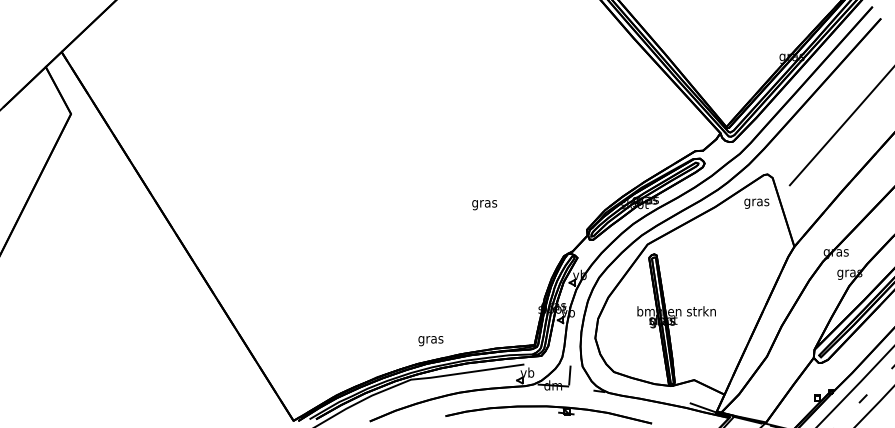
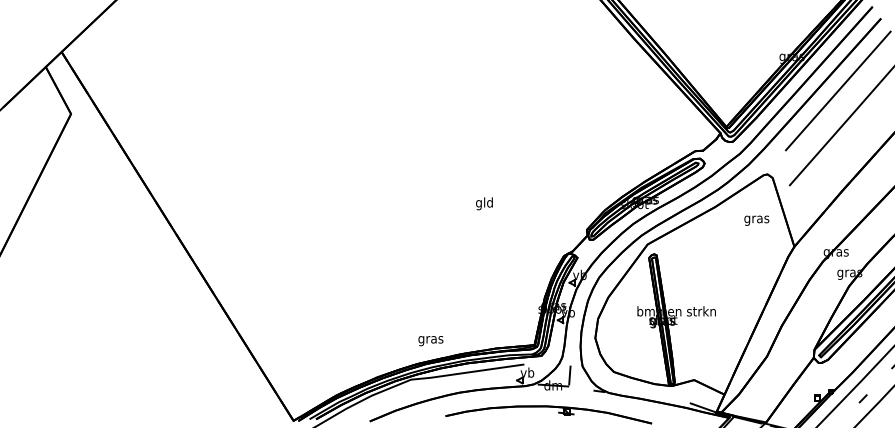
line at (837, 90): none -> present
text at (484, 203): gras -> gld
text at (756, 203) position: (756, 203) -> (756, 220)
